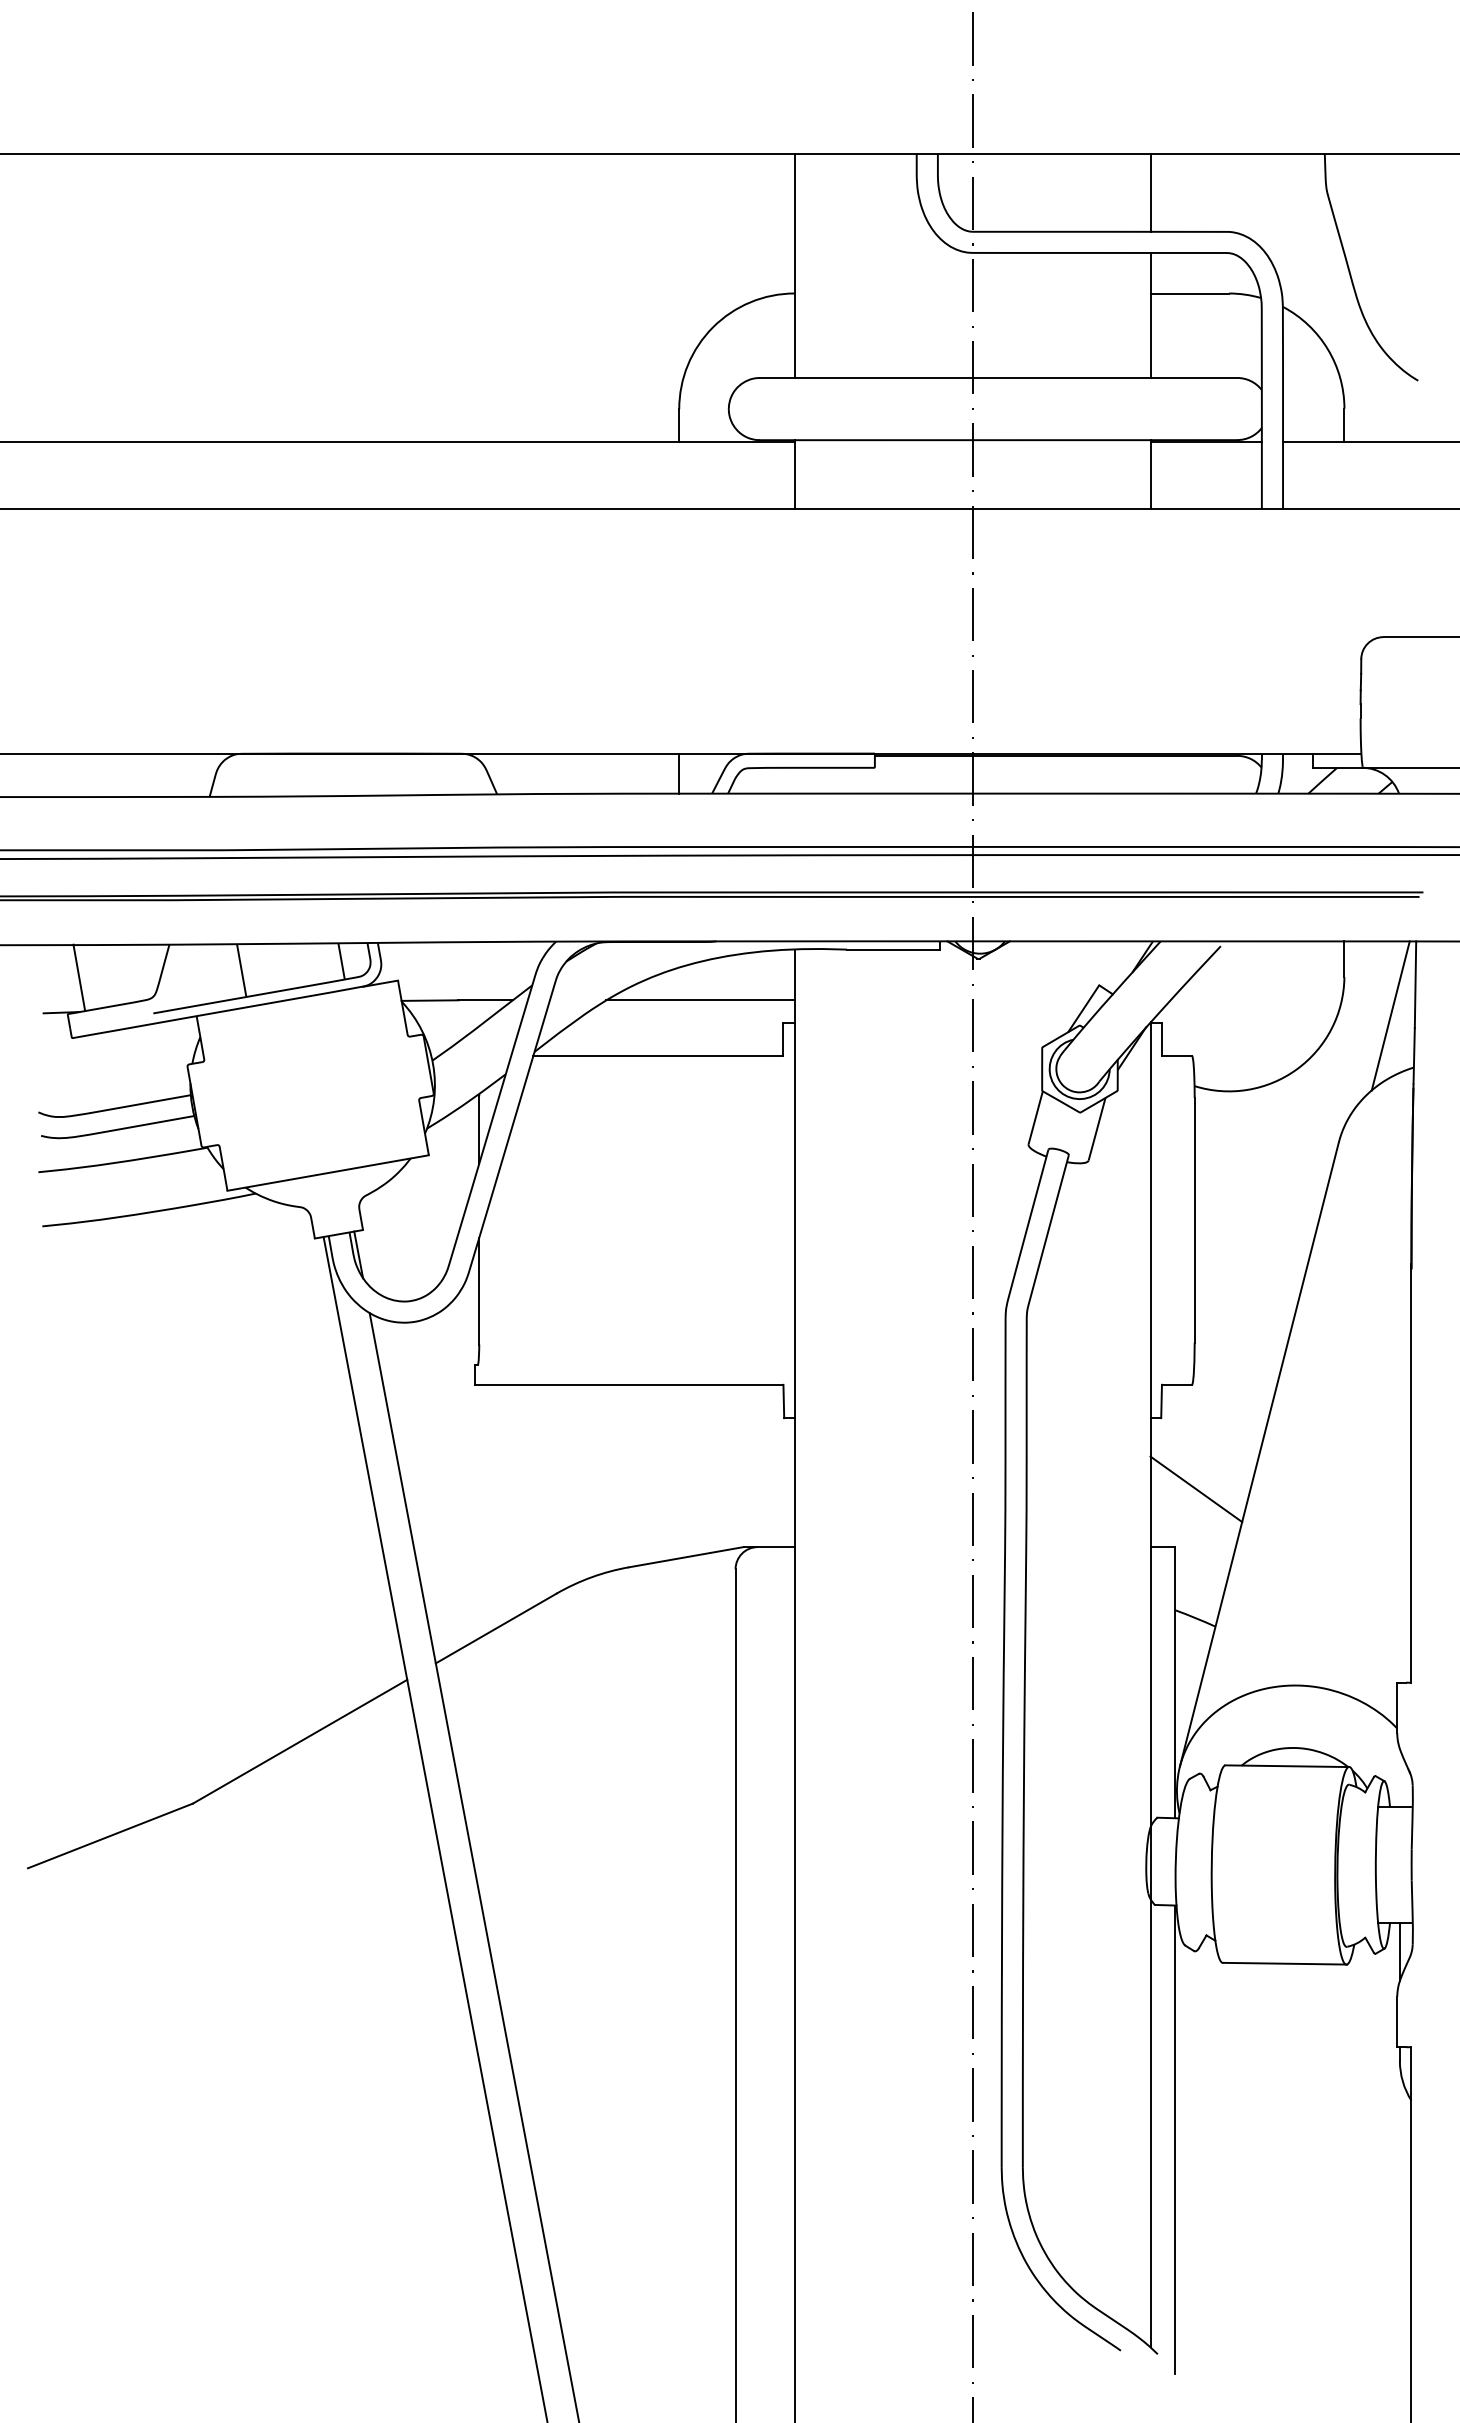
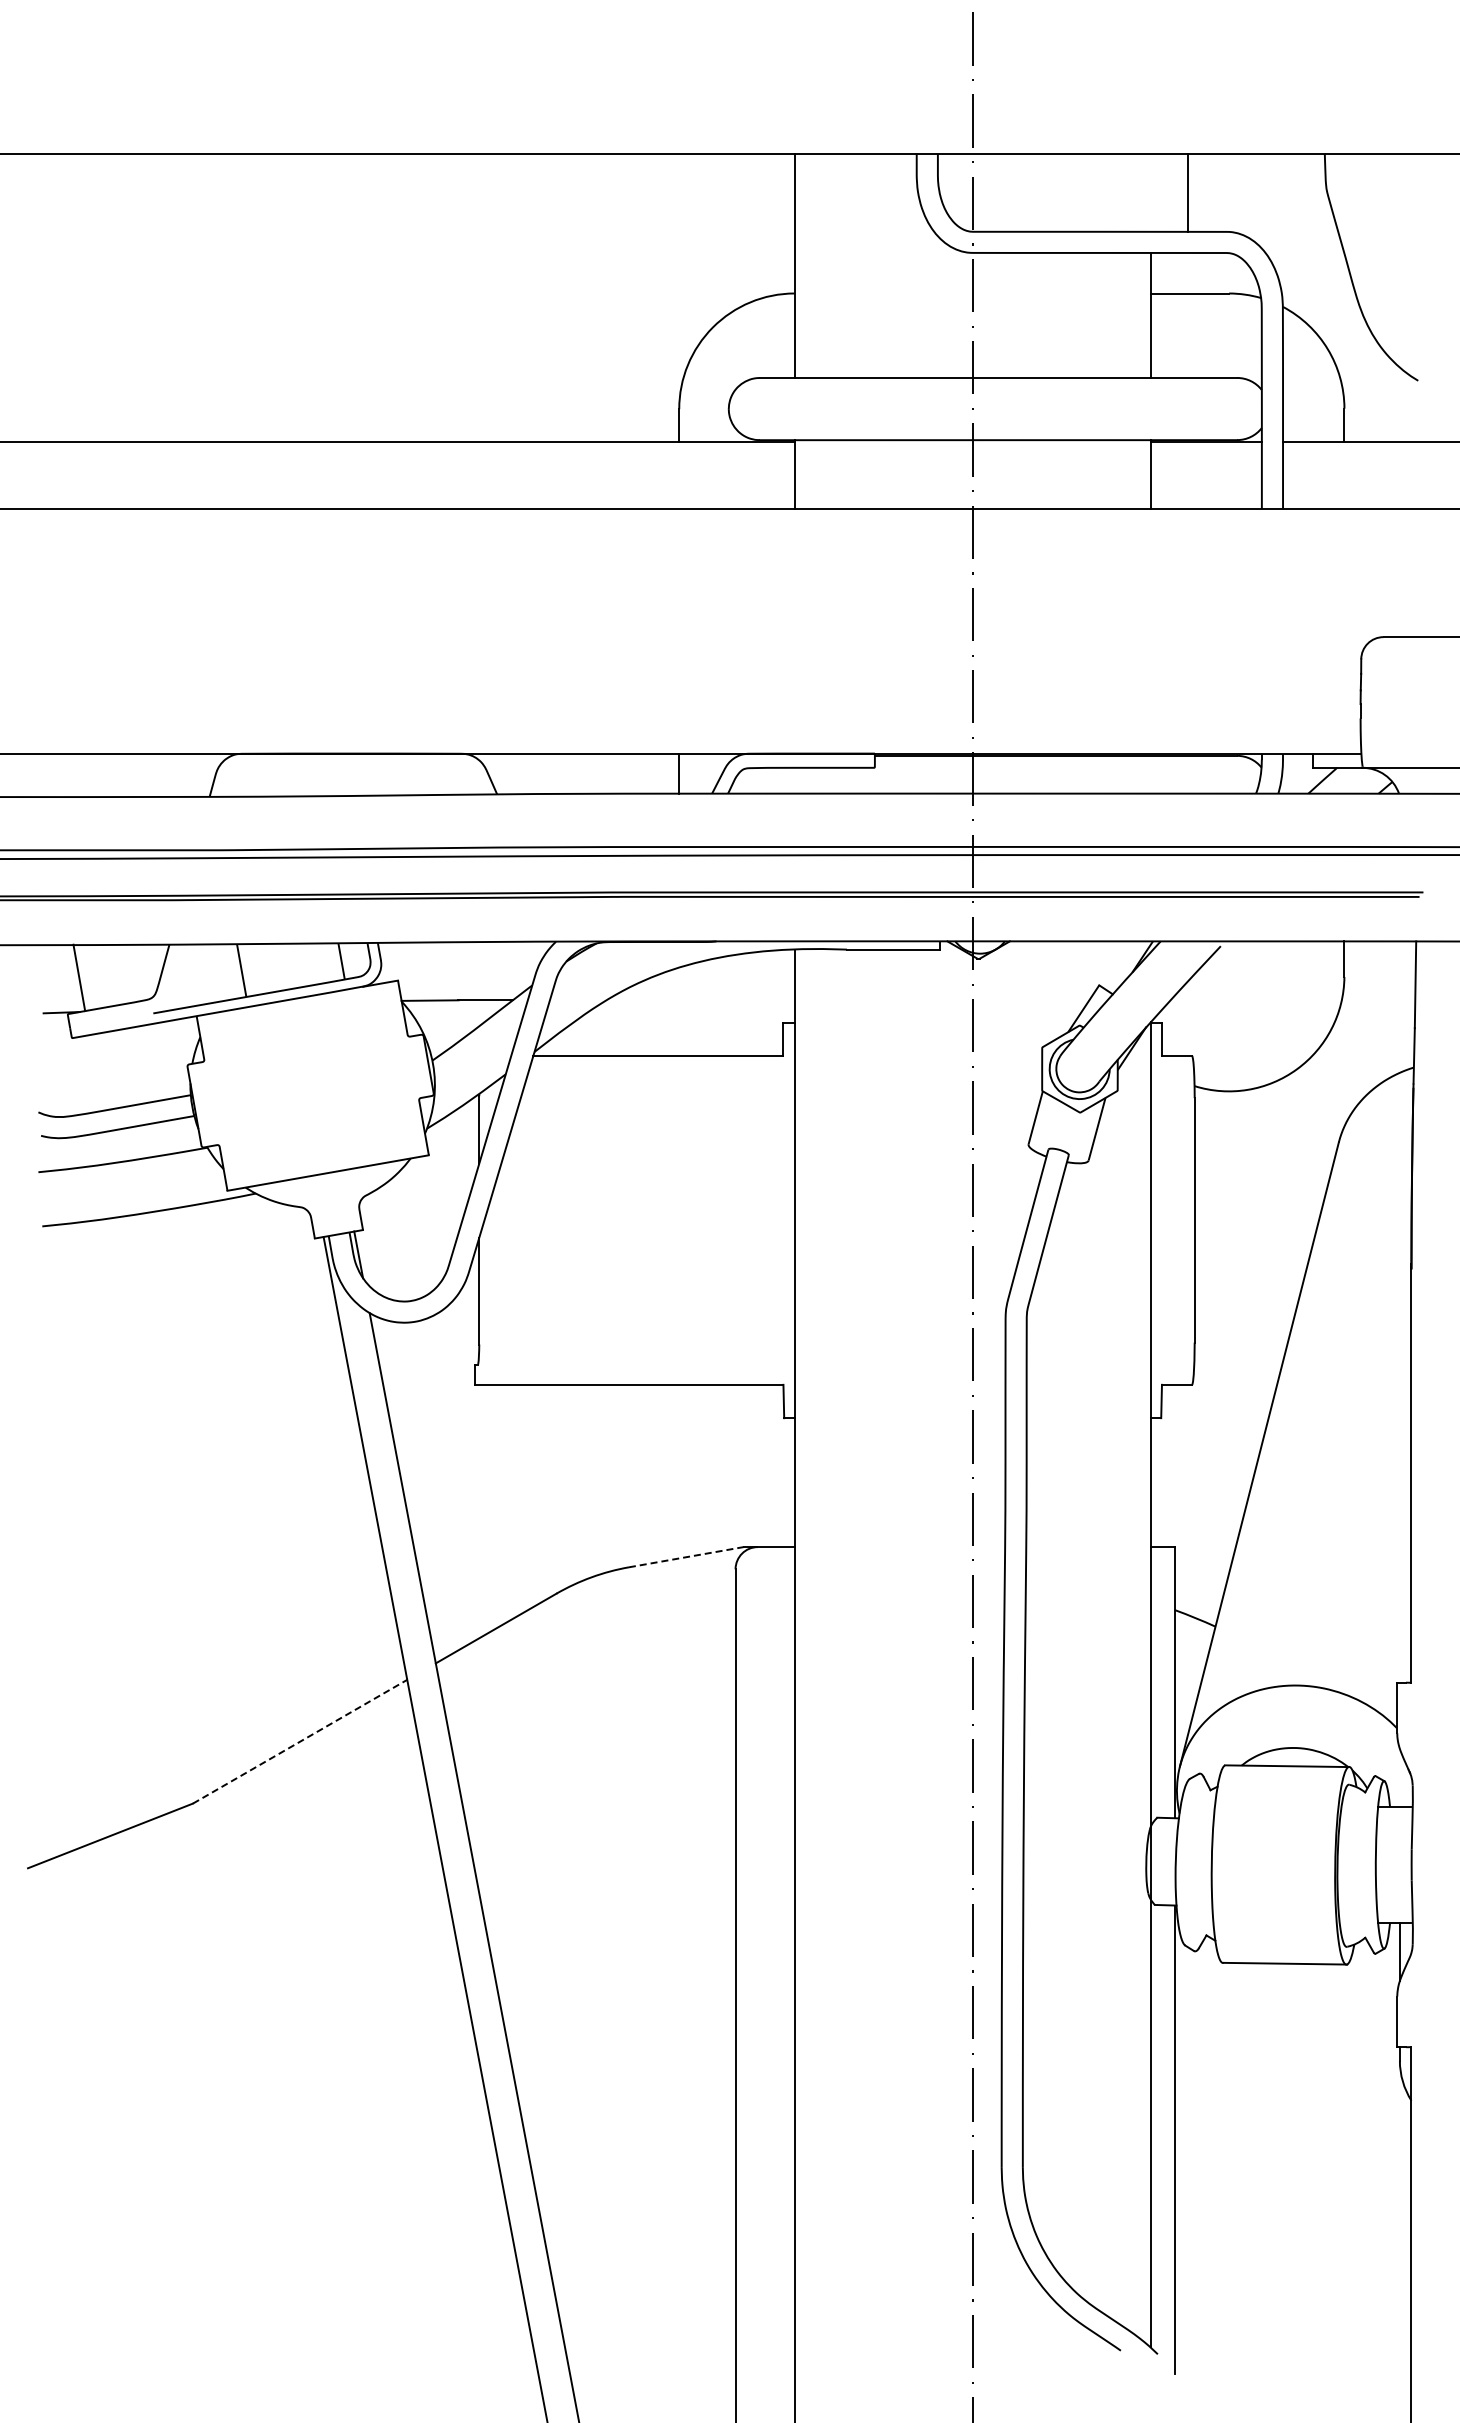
line at (1150, 192) position: (1150, 192) -> (1187, 192)
line at (700, 1000): present -> none
line at (1390, 1015): present -> none
line at (1196, 1489): present -> none
line at (686, 1557): solid -> dashed
line at (300, 1741): solid -> dashed
